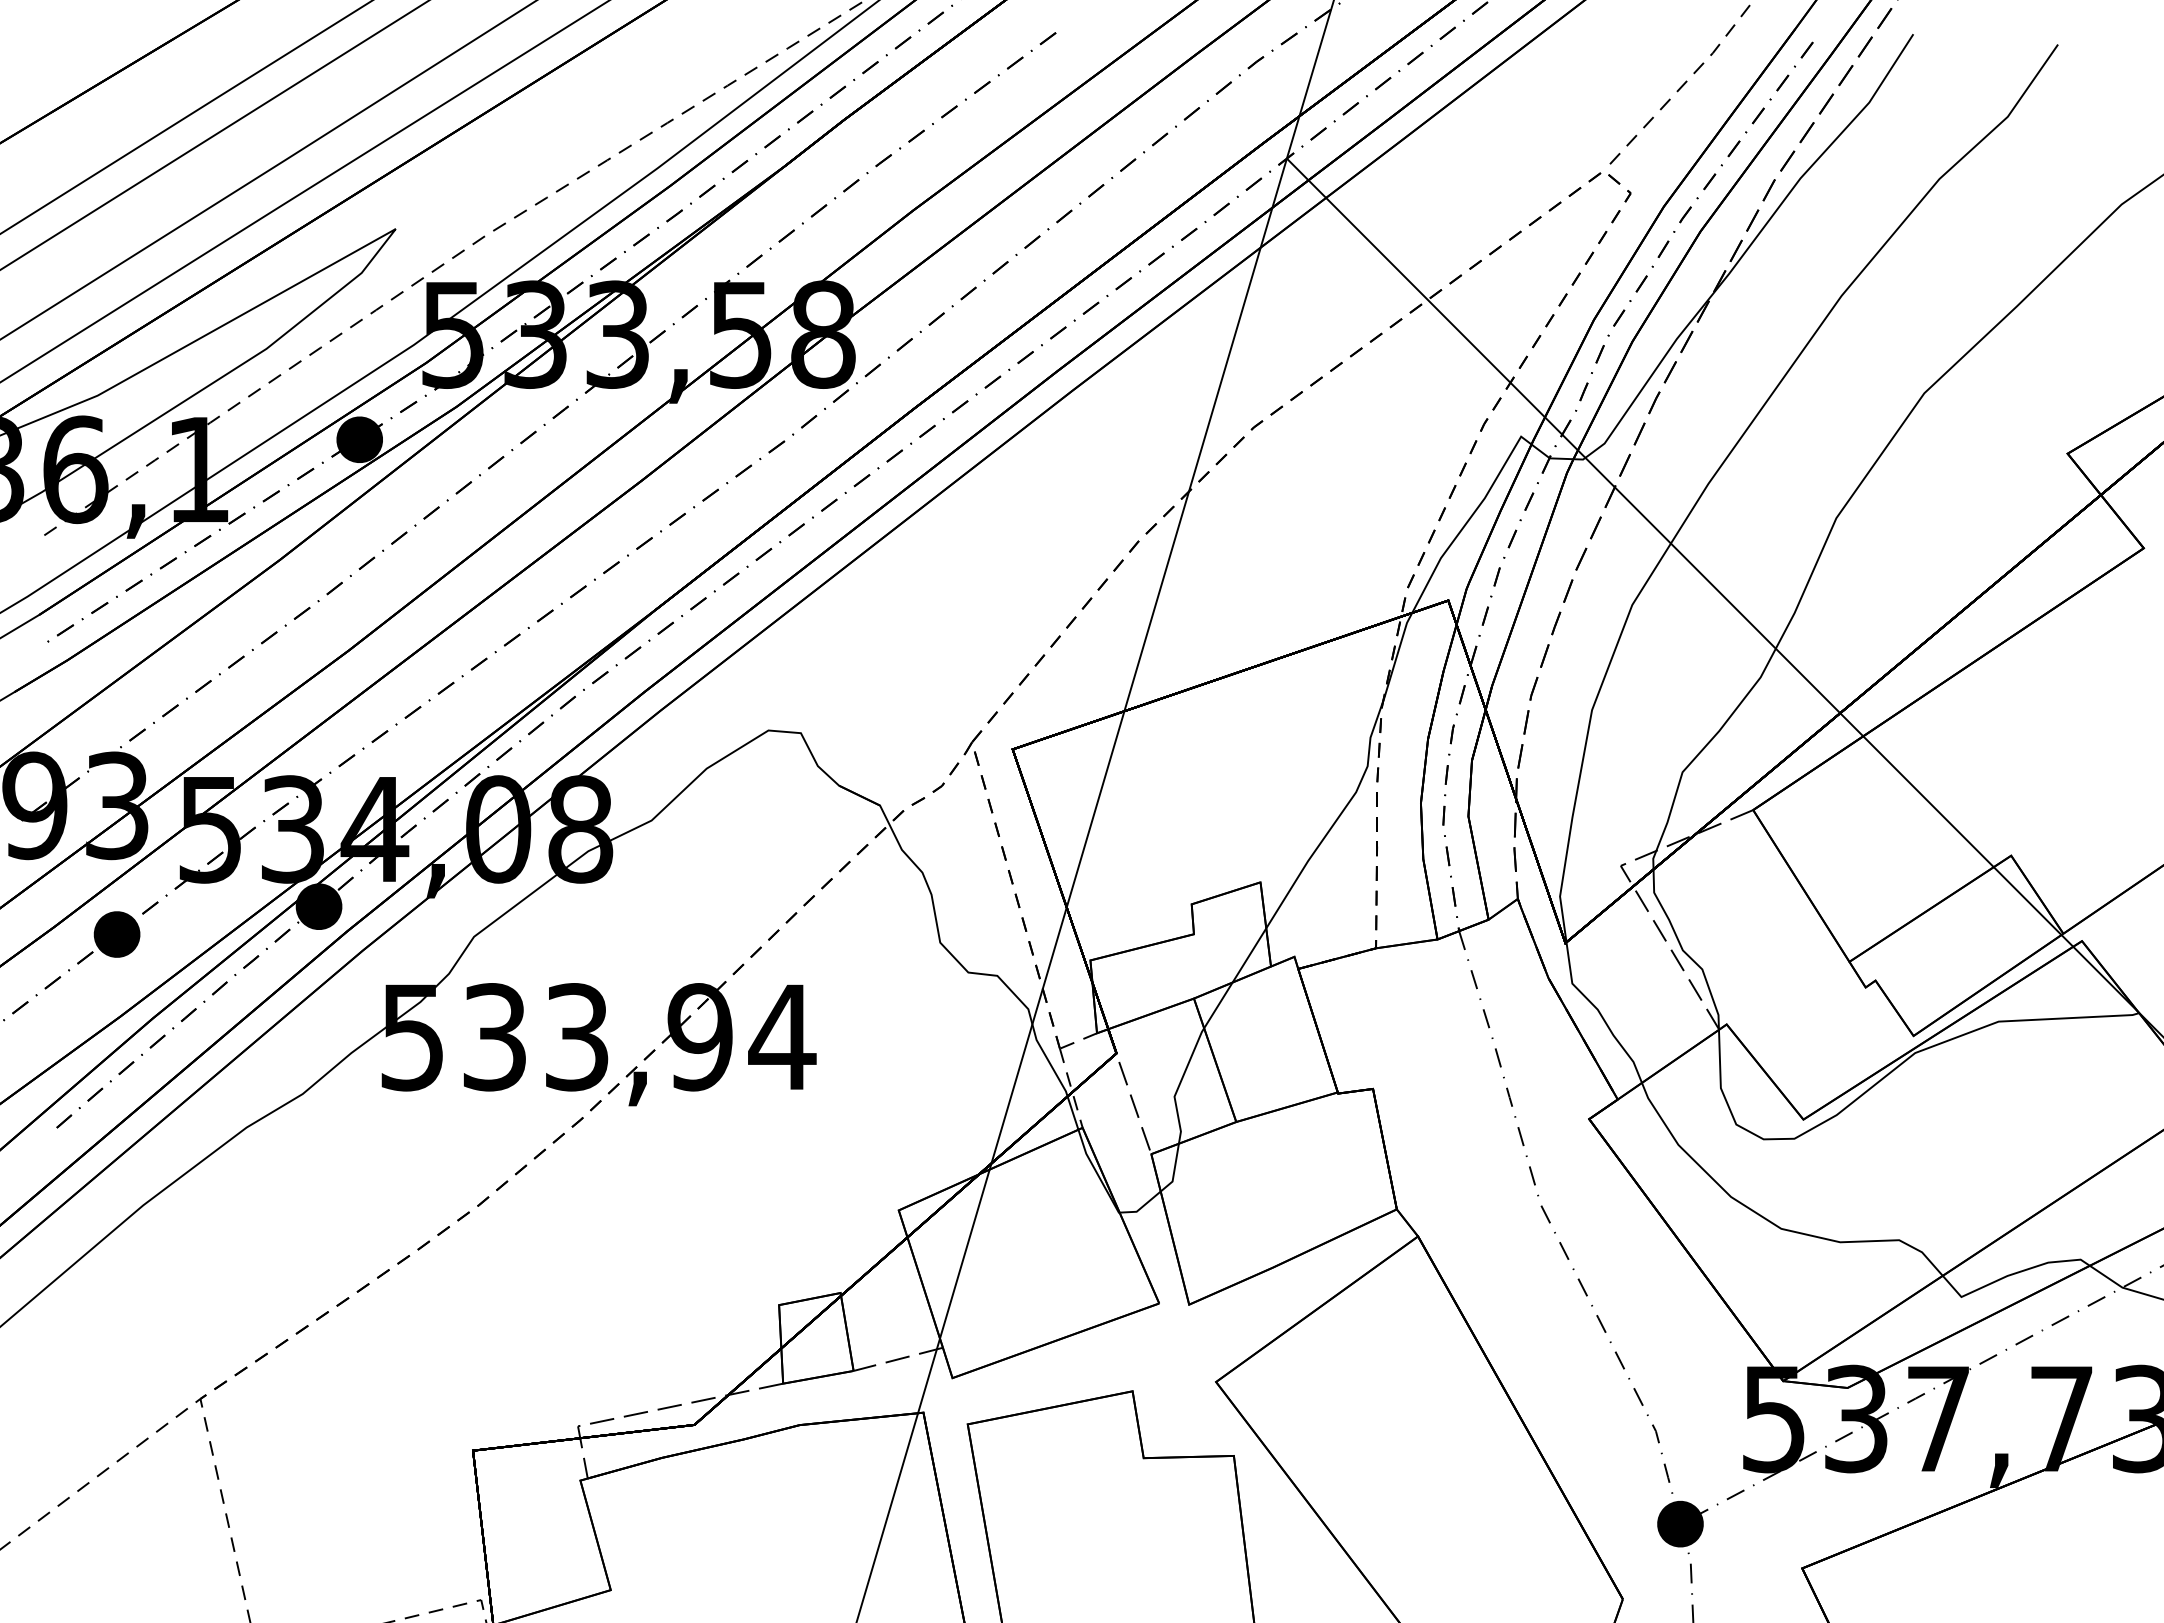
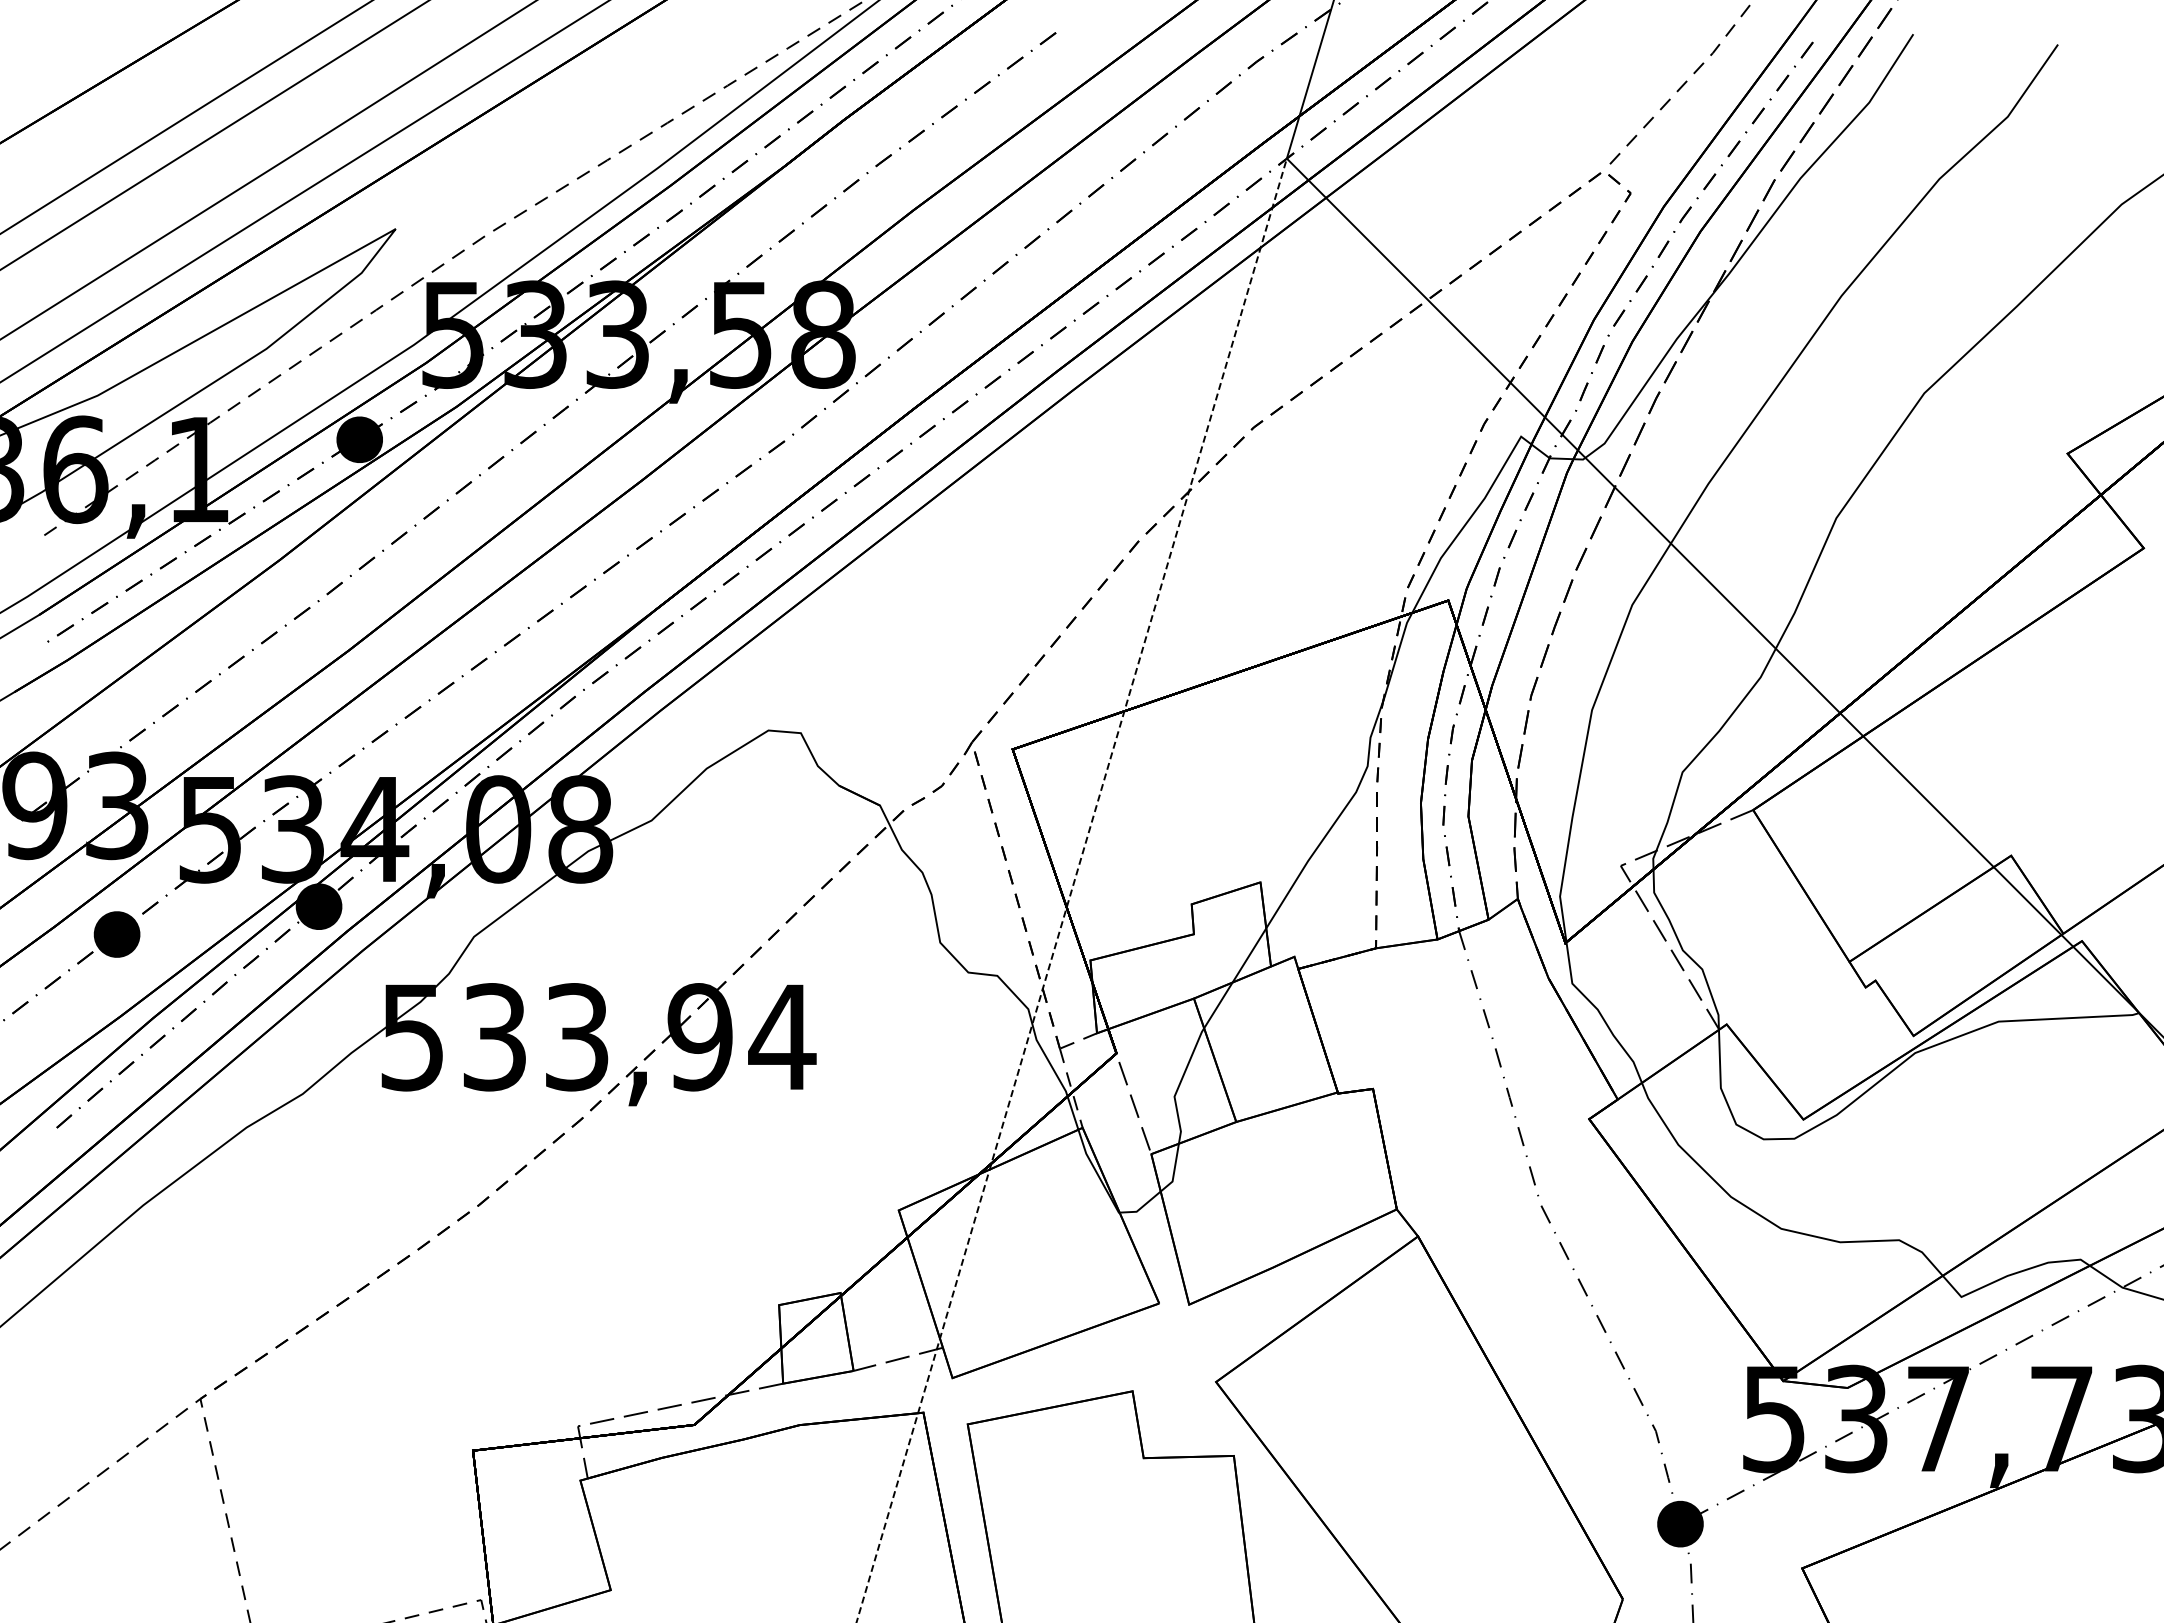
line at (1071, 890): solid -> dashed
